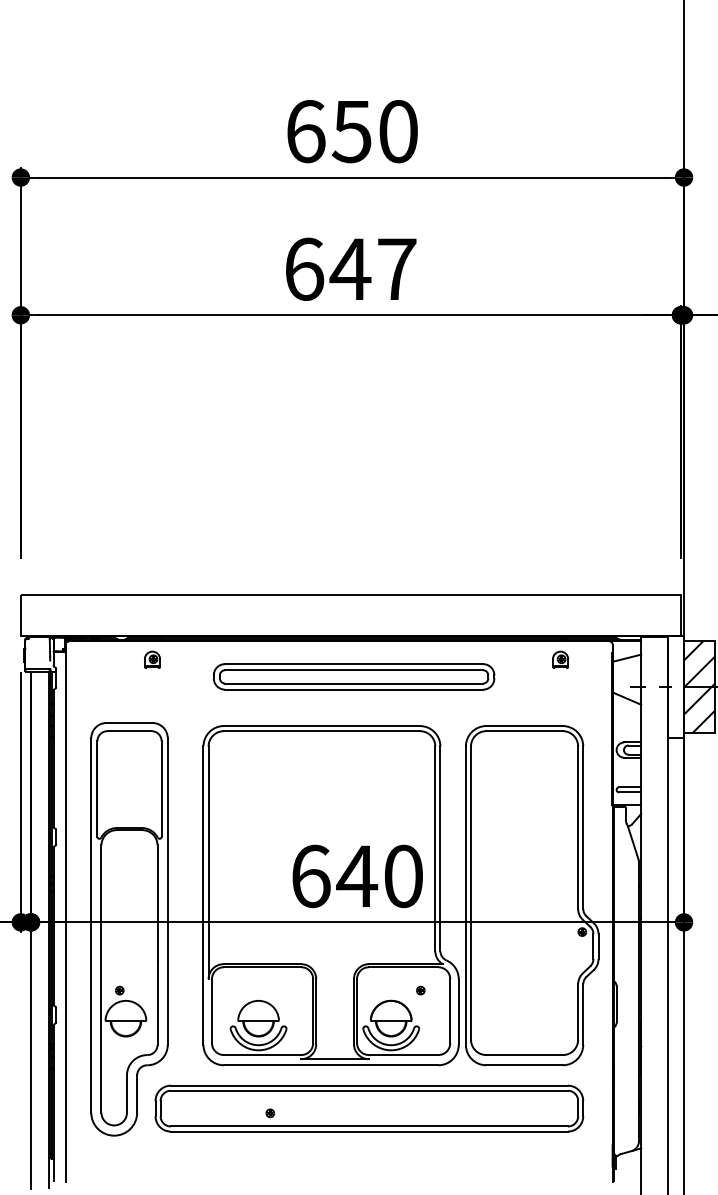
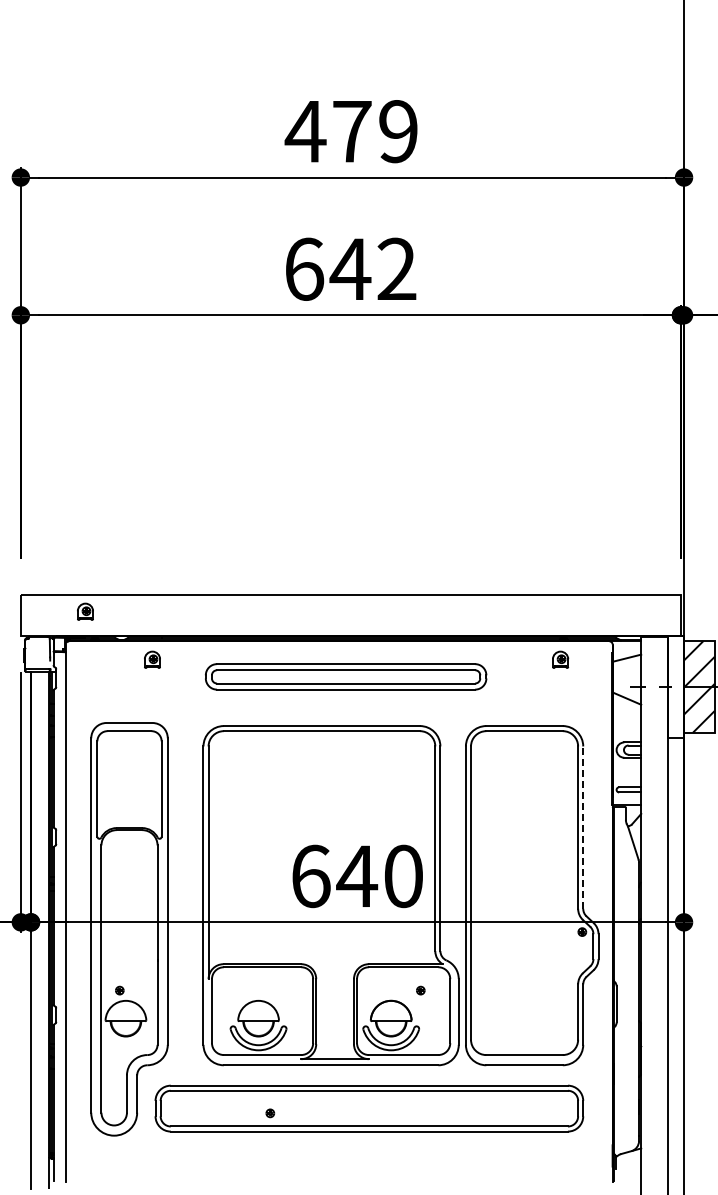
text at (350, 131): 650 -> 479
text at (396, 268): 647 -> 642
part at (85, 611): none -> present
part at (354, 676) position: (354, 676) -> (346, 676)
line at (583, 827): solid -> dashed
